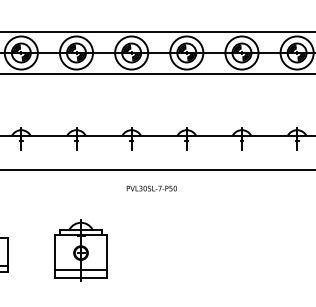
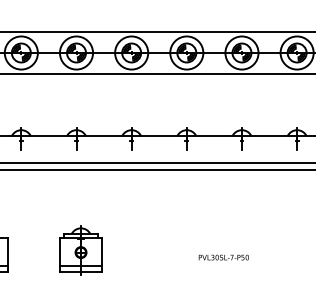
line at (157, 163): none -> present
text at (151, 188) position: (151, 188) -> (223, 257)
part at (80, 250) size: 54x63 px -> 44x51 px
